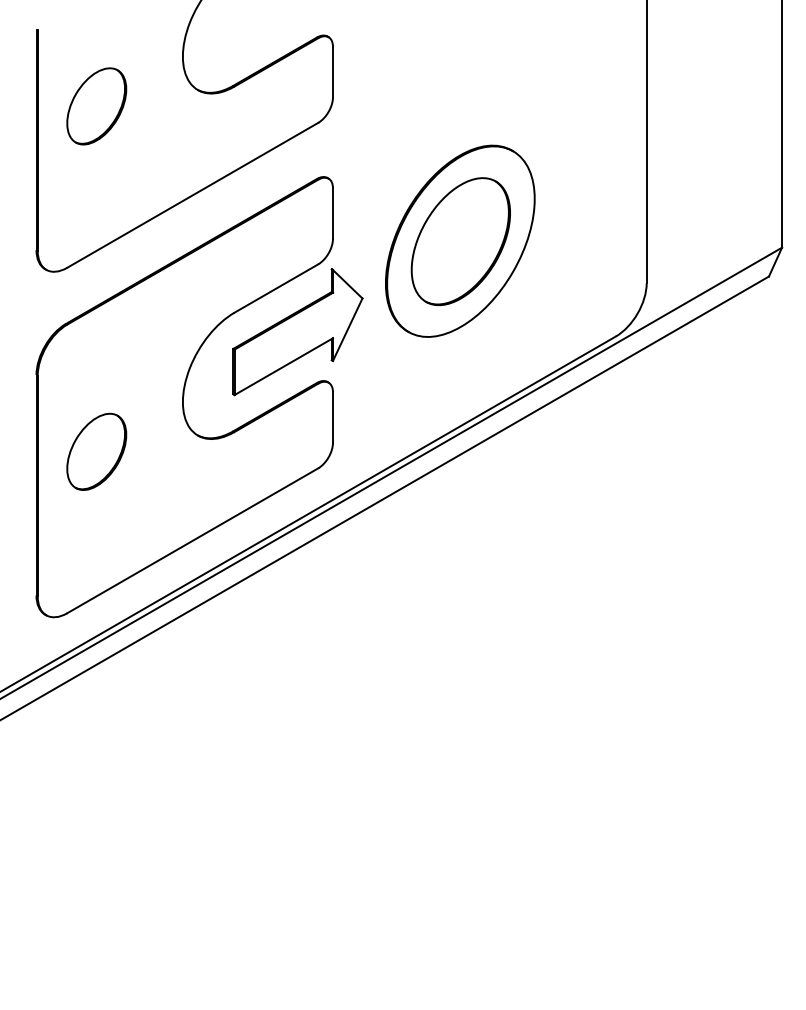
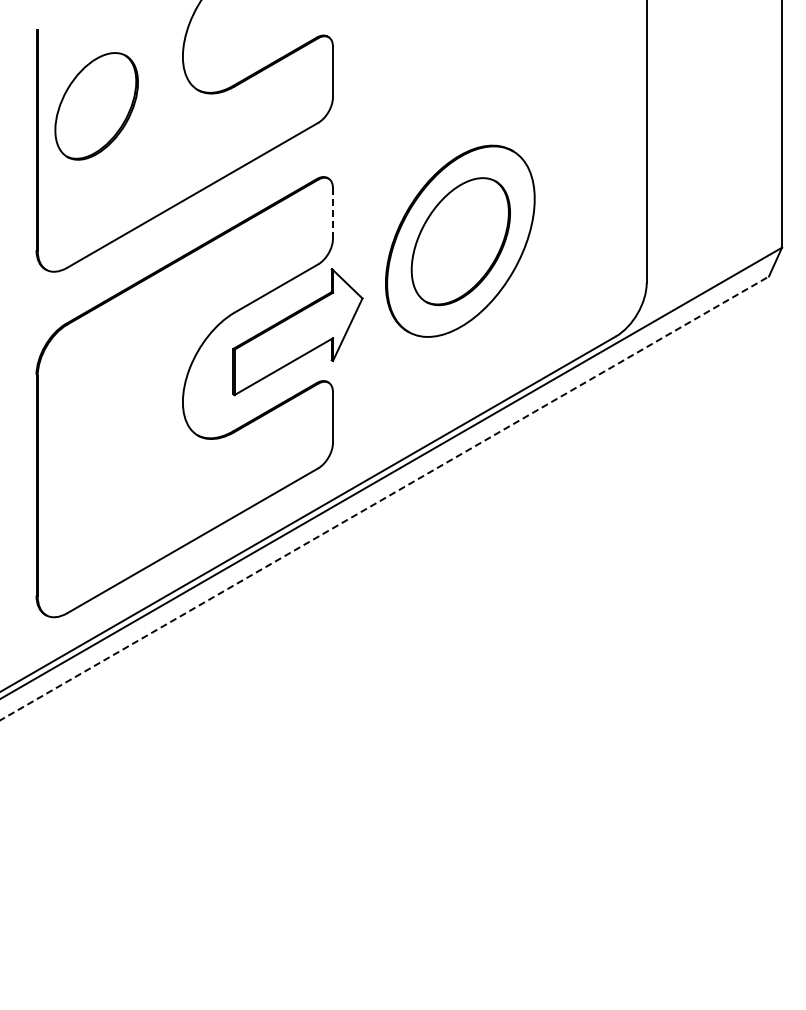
part at (96, 106) size: 62x79 px -> 85x109 px
line at (332, 213): solid -> dashed
part at (96, 451): present -> none
line at (384, 498): solid -> dashed
